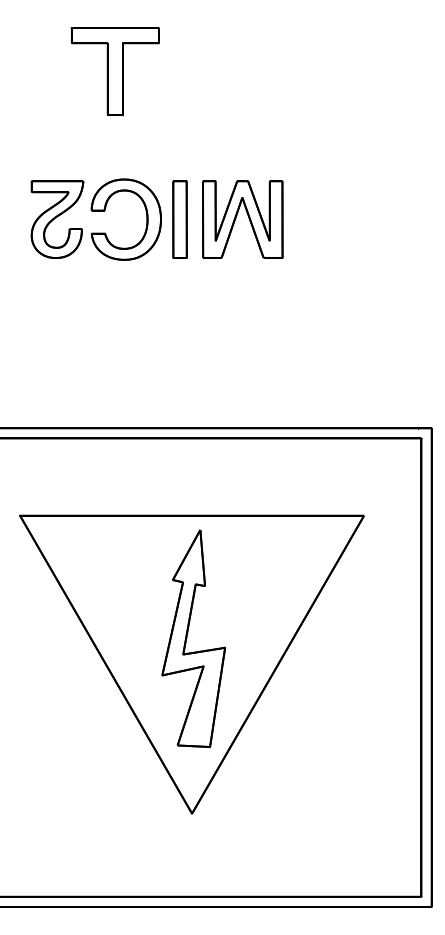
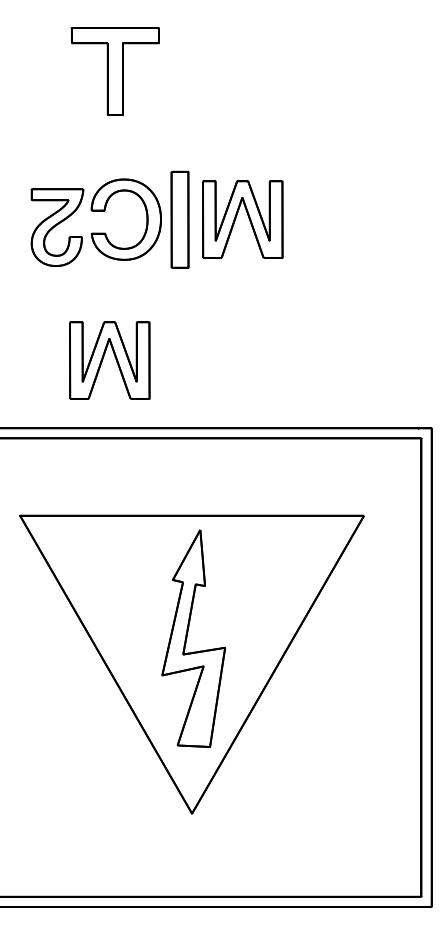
part at (57, 219) position: (57, 219) -> (57, 227)
part at (179, 219) size: 16x79 px -> 20x99 px
part at (103, 359): none -> present
